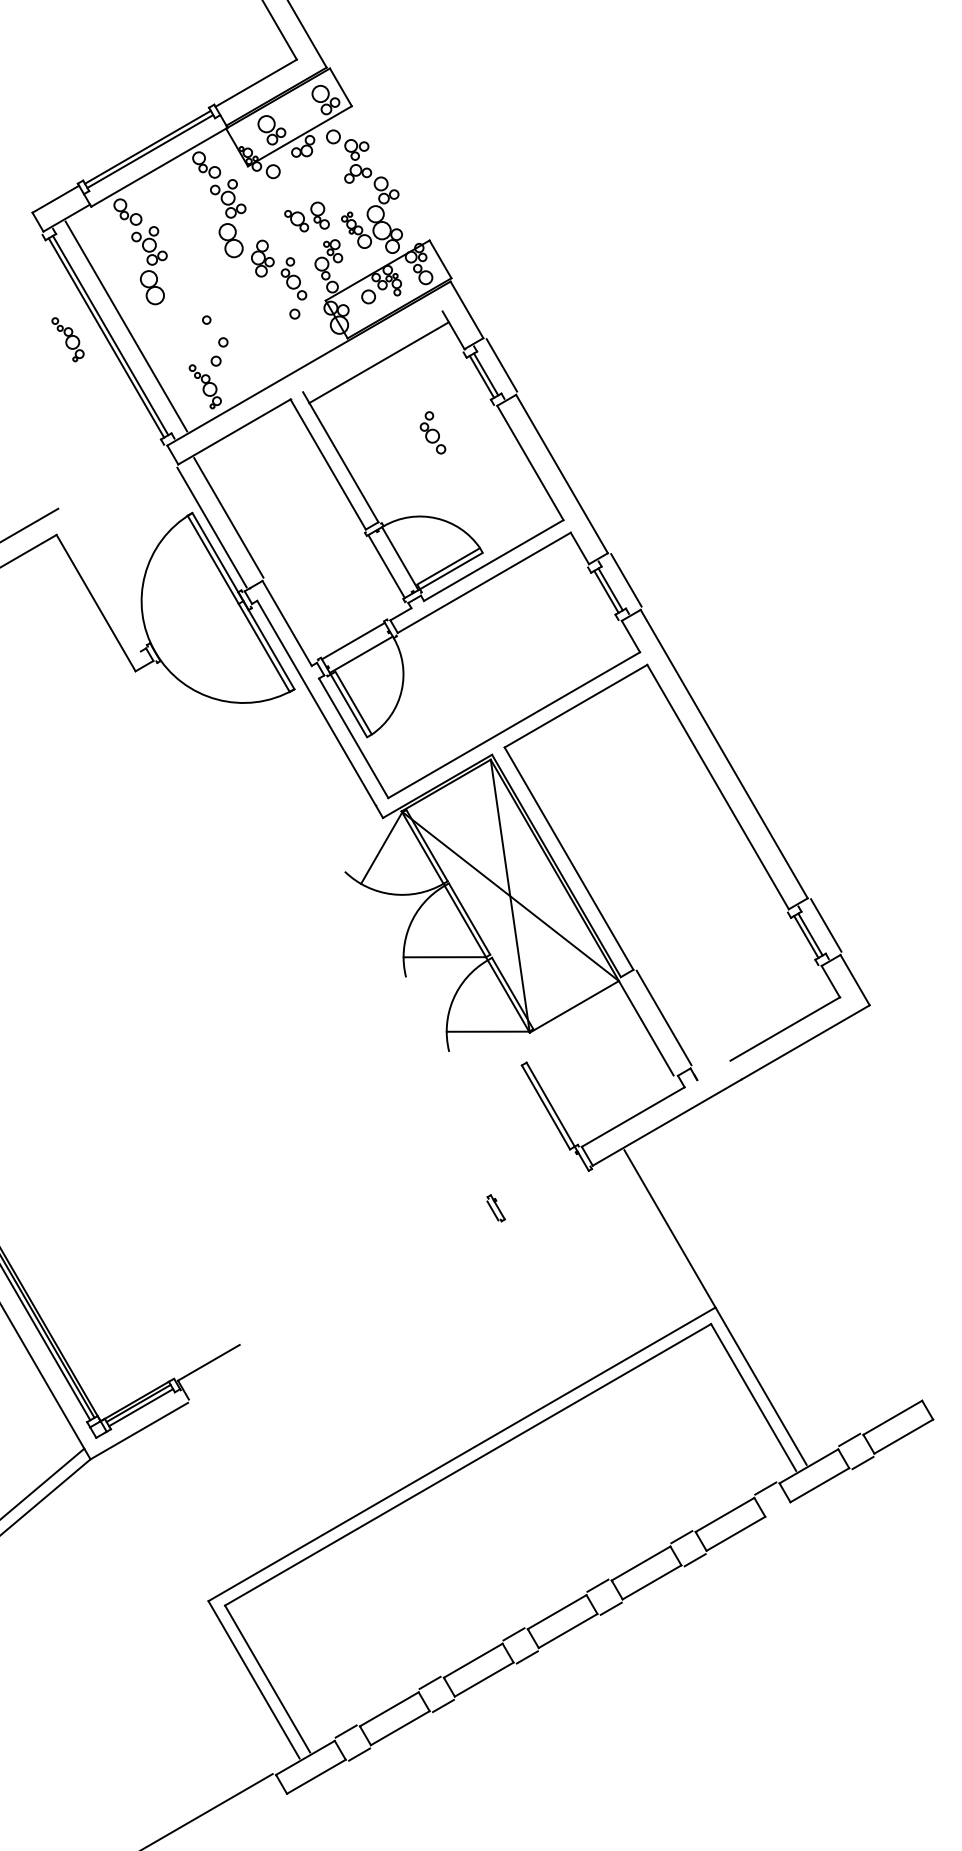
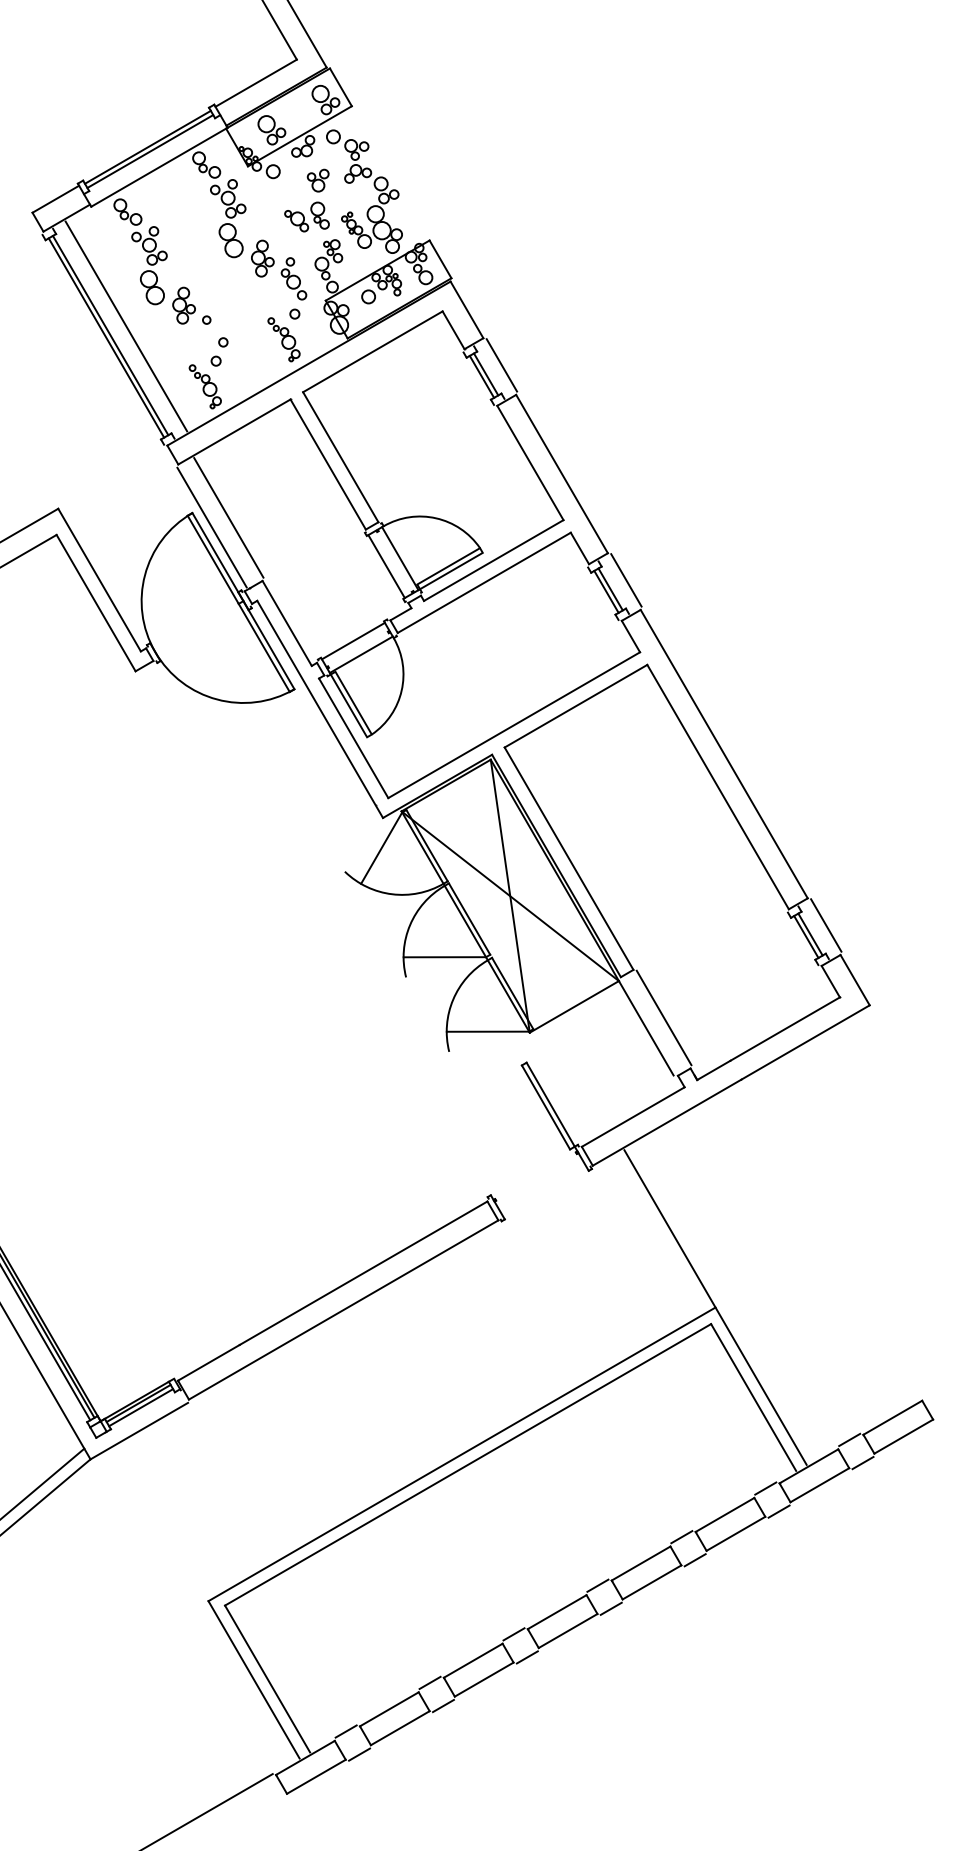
part at (317, 180): none -> present
part at (183, 305): none -> present
part at (67, 339) position: (67, 339) -> (283, 339)
line at (378, 362) position: (378, 362) -> (372, 351)
part at (432, 432): present -> none
line at (99, 579): none -> present
line at (713, 1070): none -> present
line at (363, 1272): none -> present
line at (343, 1309): none -> present
line at (778, 1511): none -> present
